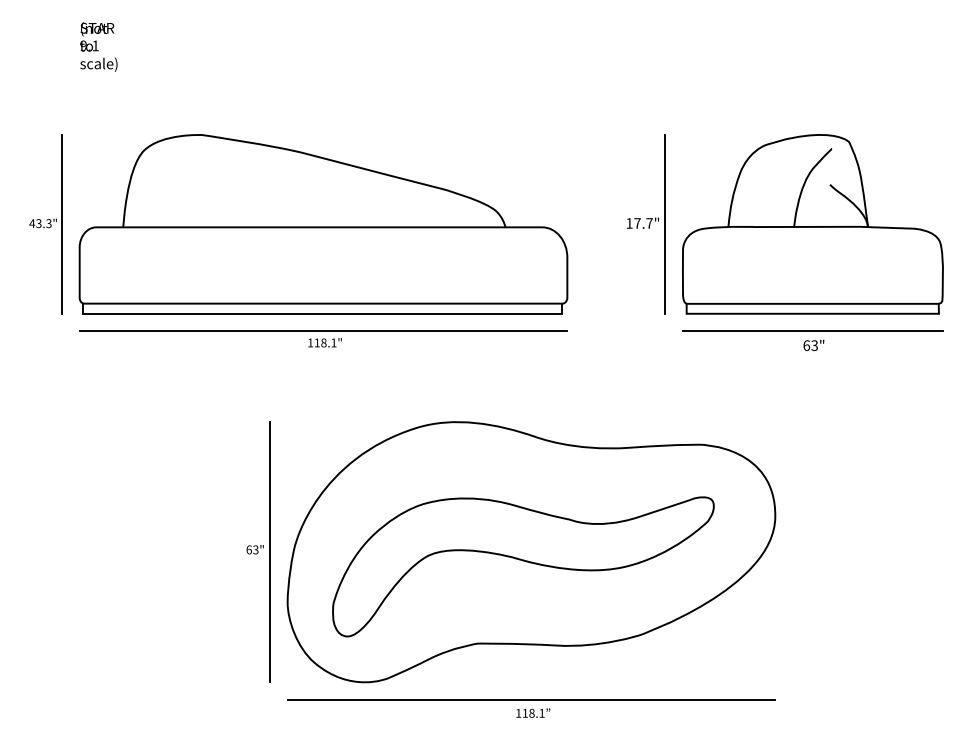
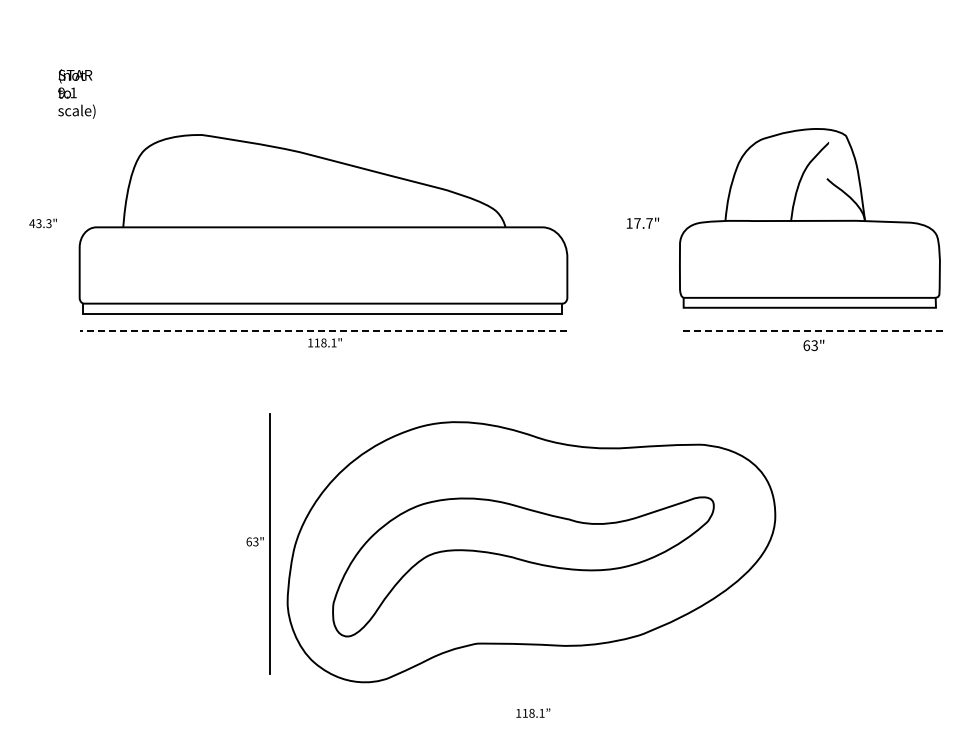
text at (98, 46) position: (98, 46) -> (76, 93)
line at (62, 223): present -> none
line at (665, 223): present -> none
part at (812, 224) position: (812, 224) -> (809, 218)
line at (323, 331): solid -> dashed
line at (812, 331): solid -> dashed
part at (258, 551) position: (258, 551) -> (258, 543)
line at (531, 700): present -> none
